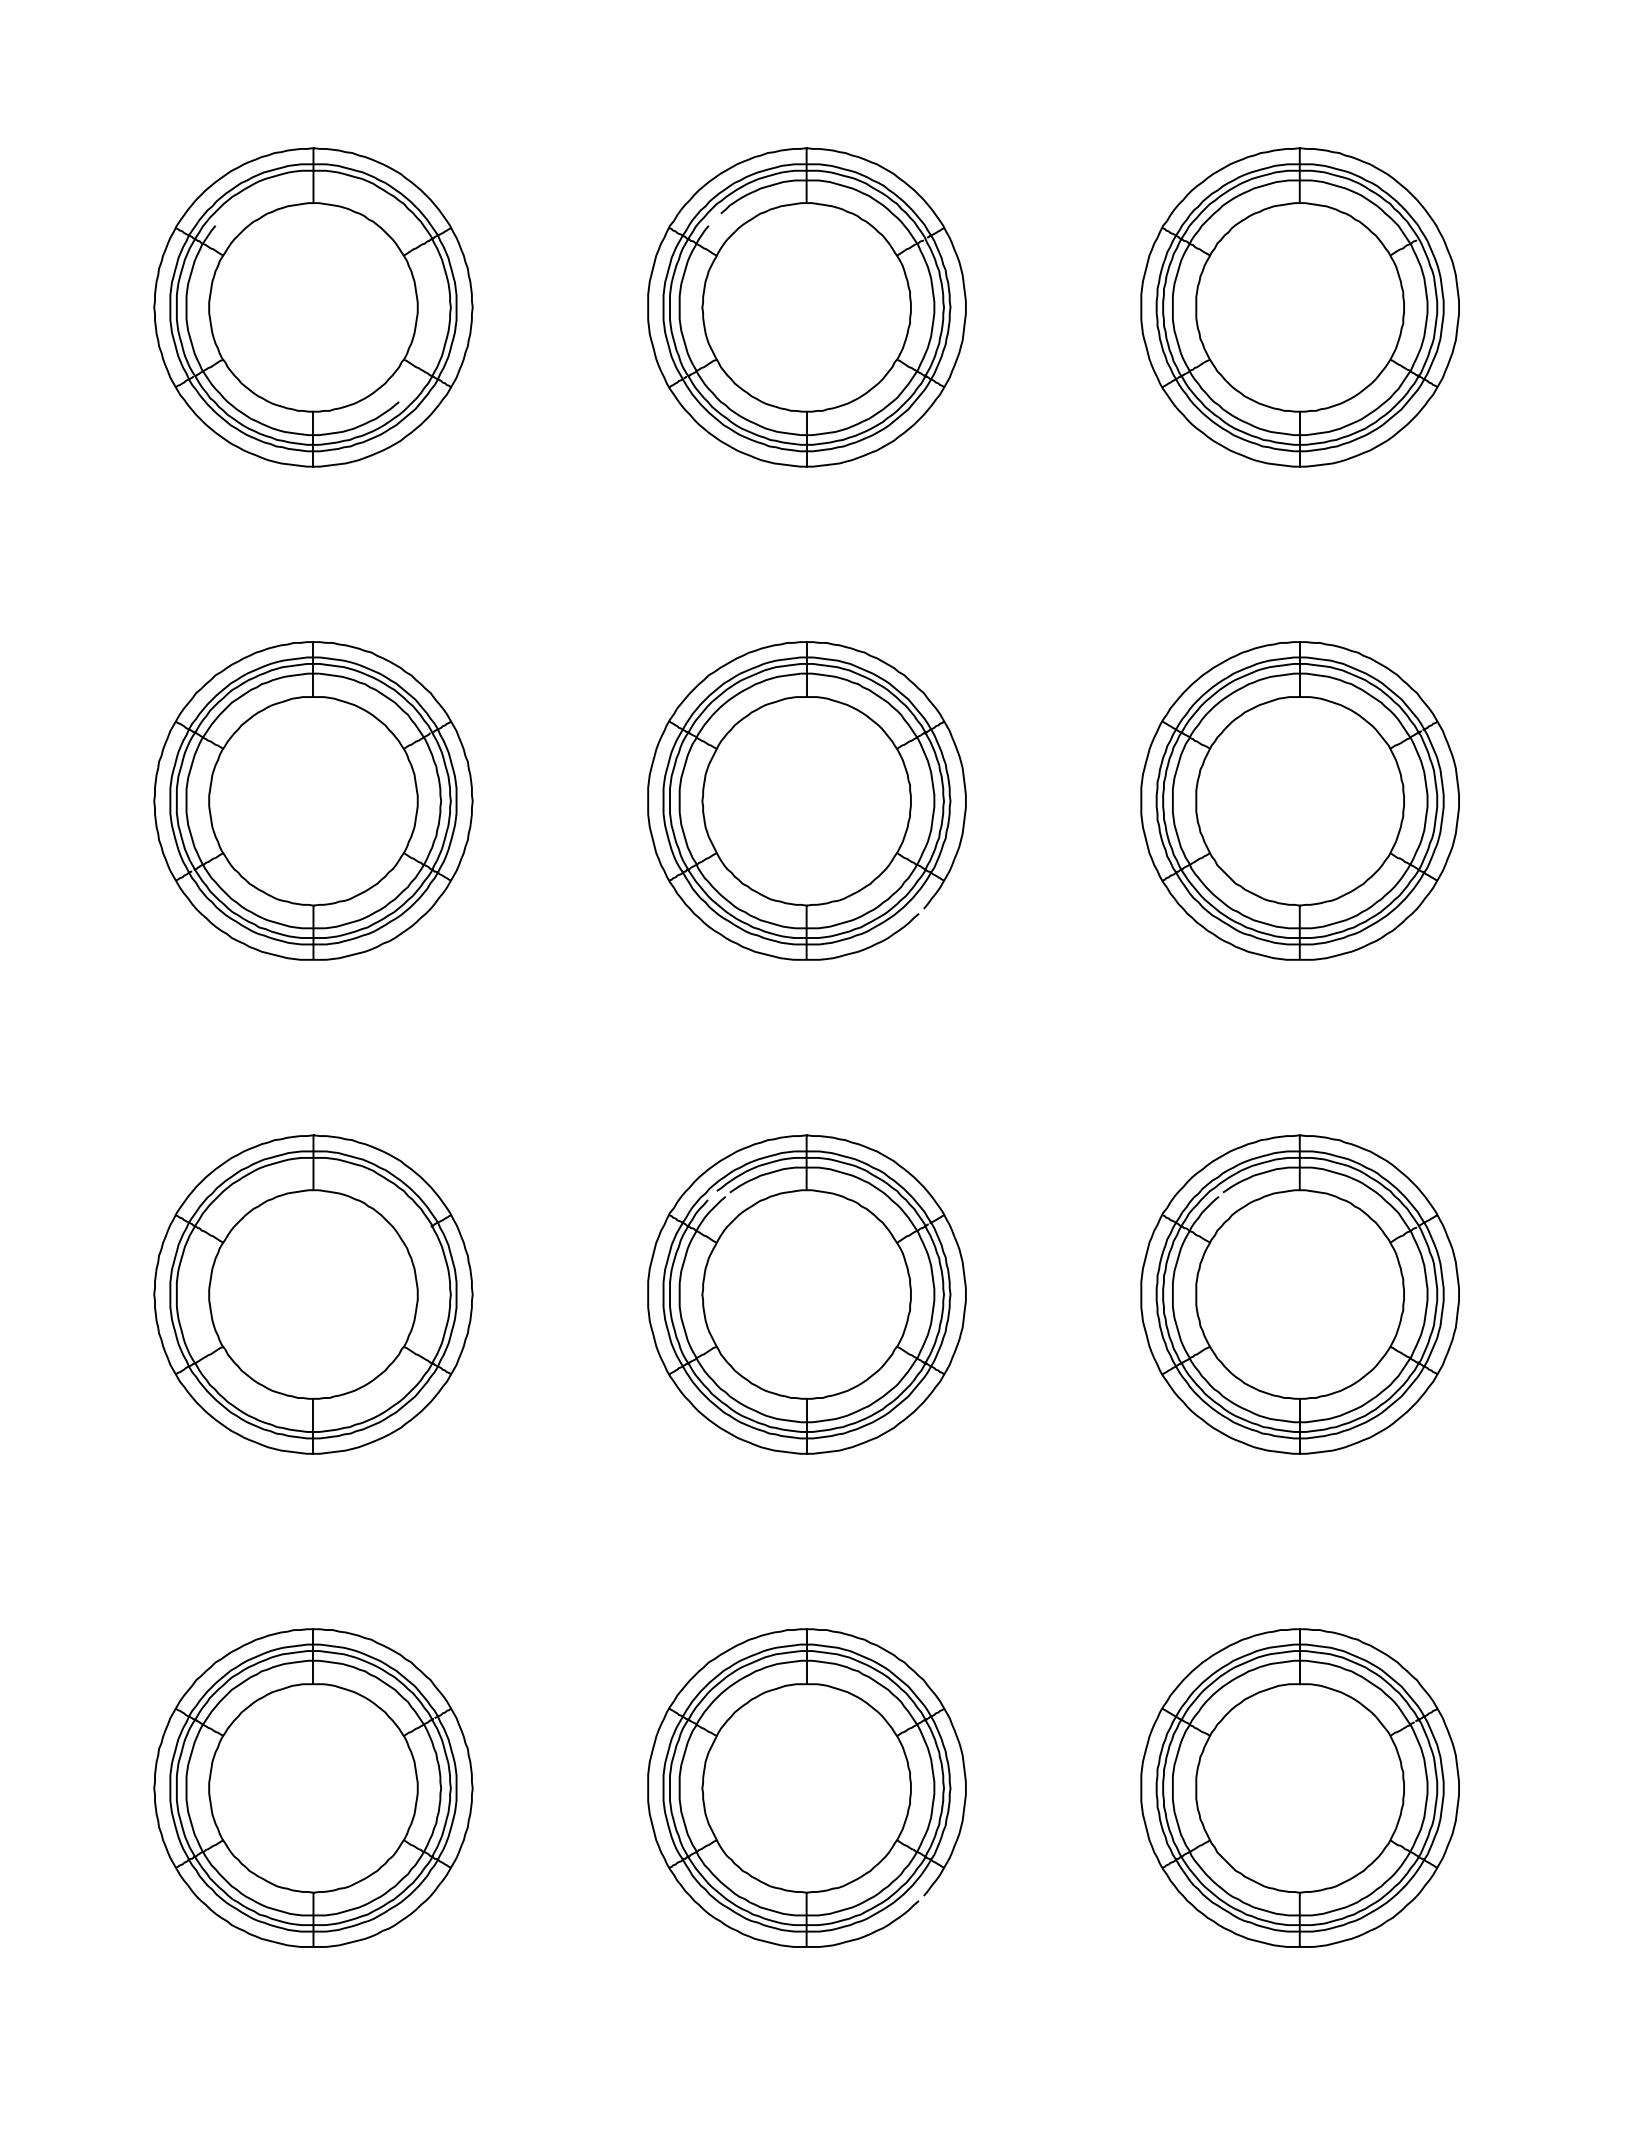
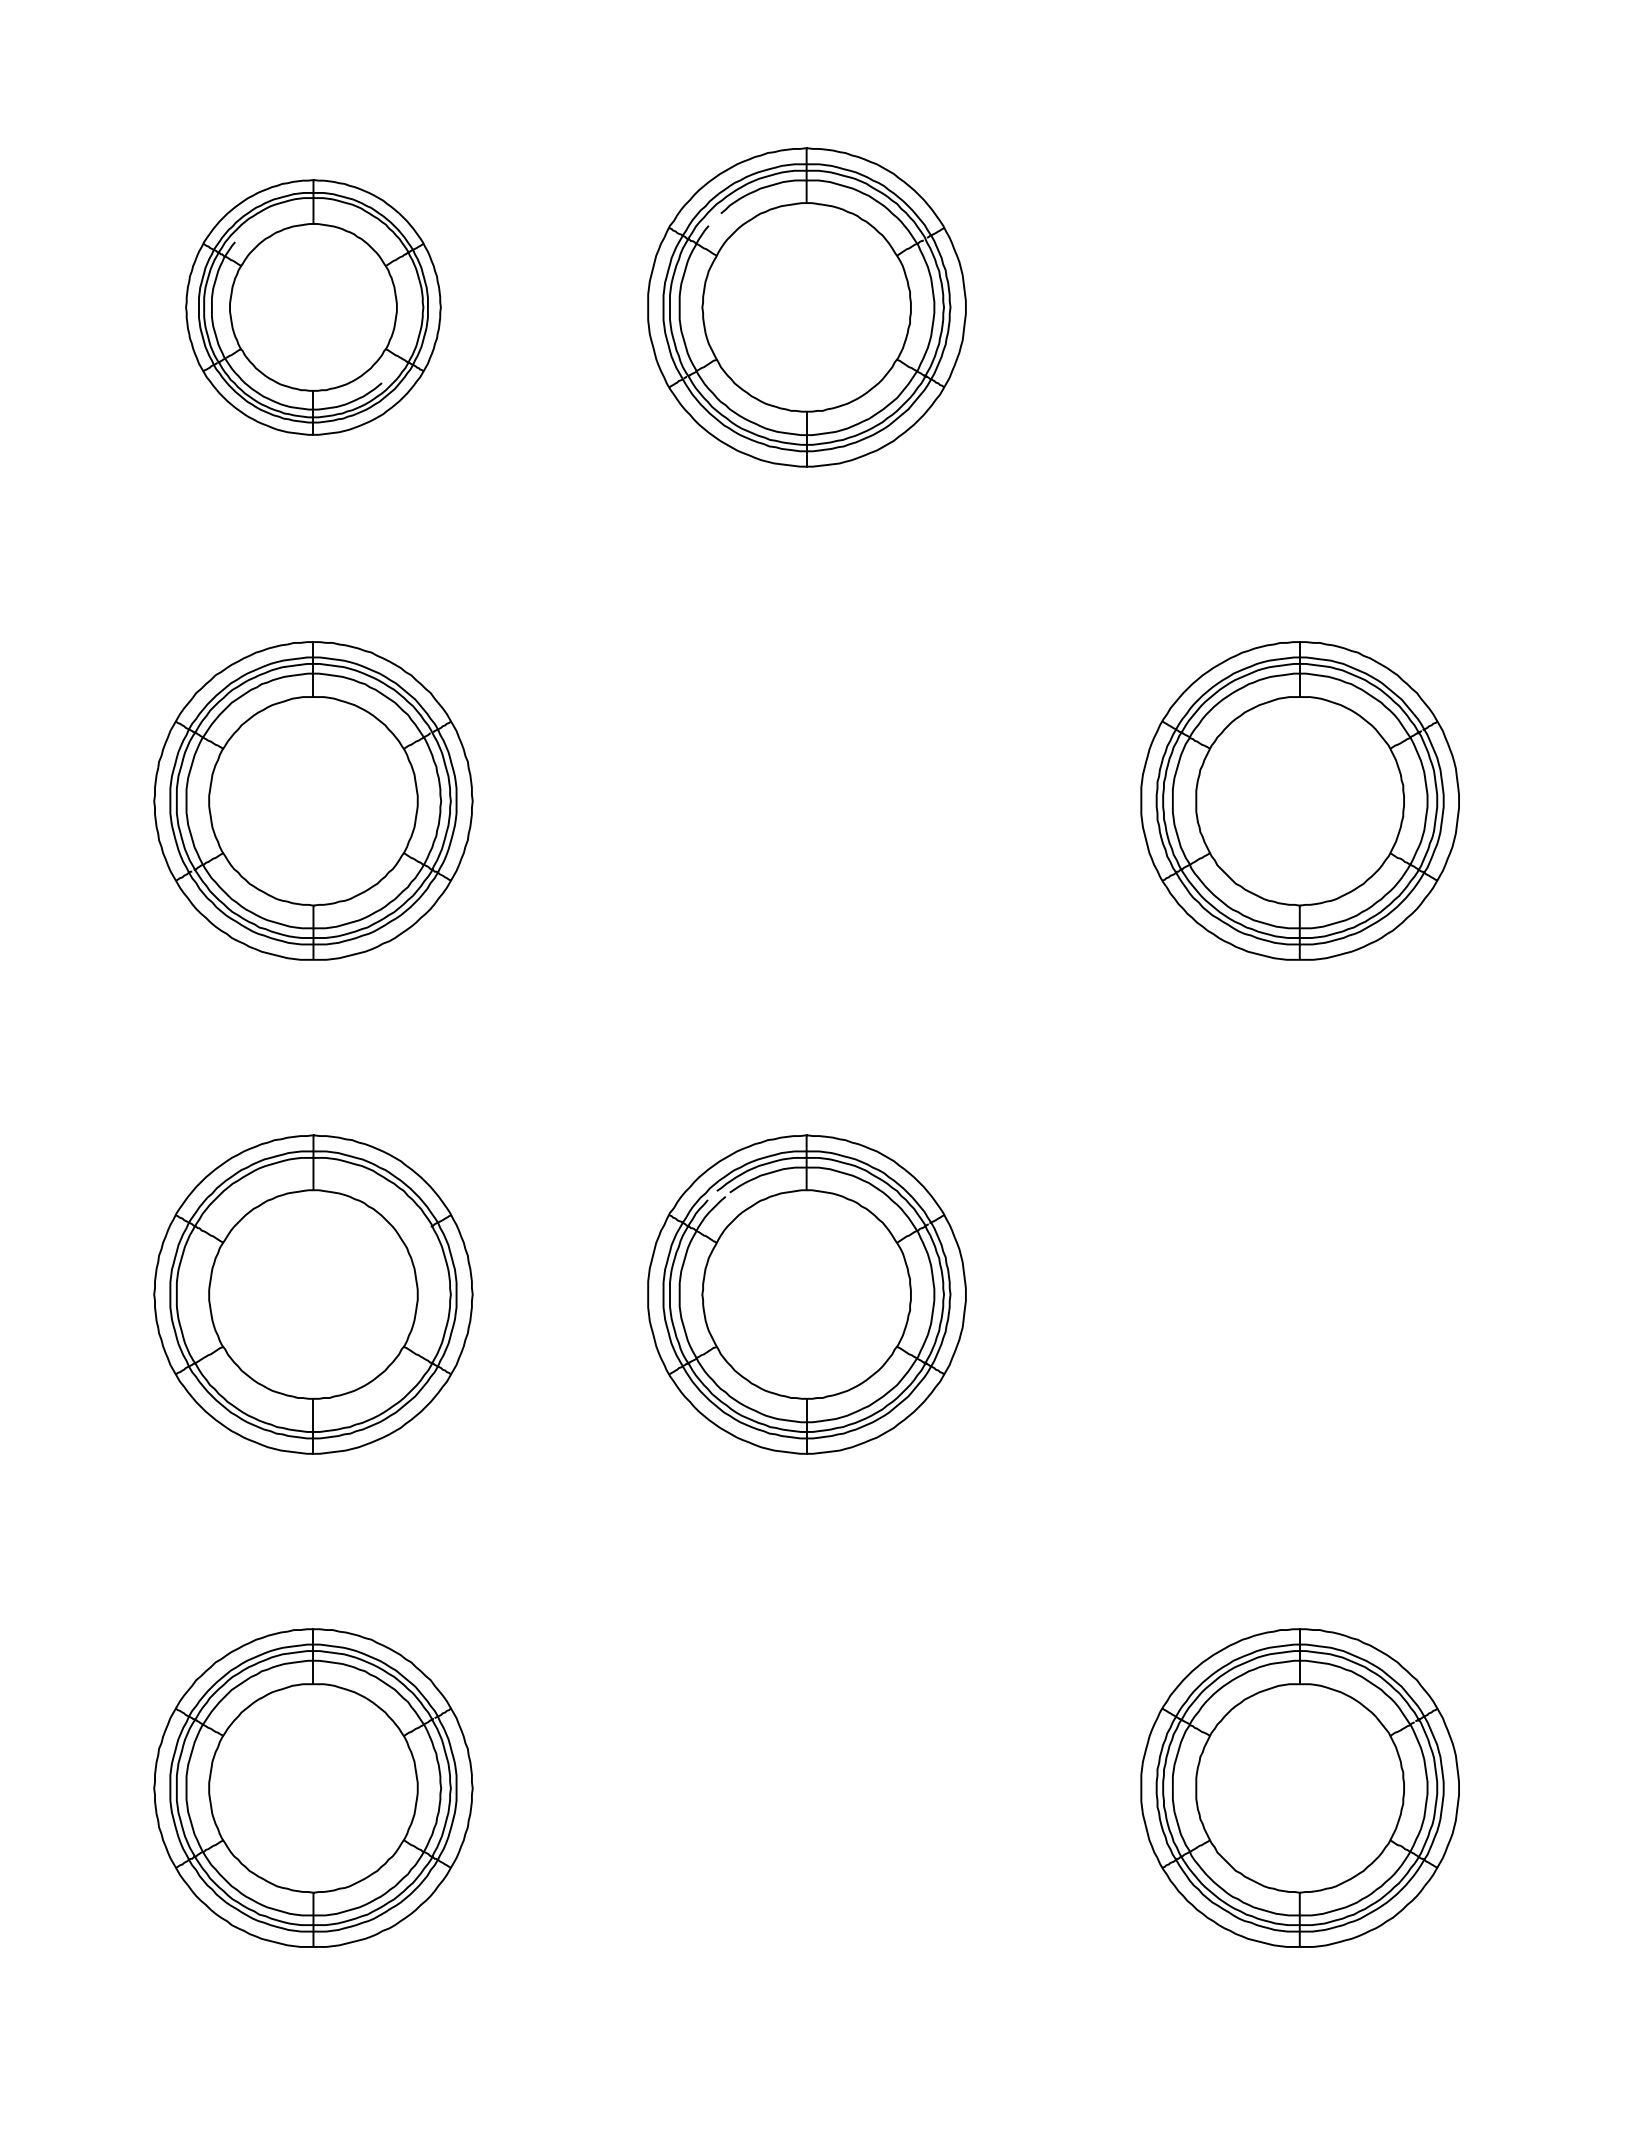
part at (313, 307) size: 321x321 px -> 257x257 px
part at (1299, 307): present -> none
part at (806, 800): present -> none
part at (1299, 1294): present -> none
part at (806, 1787): present -> none
